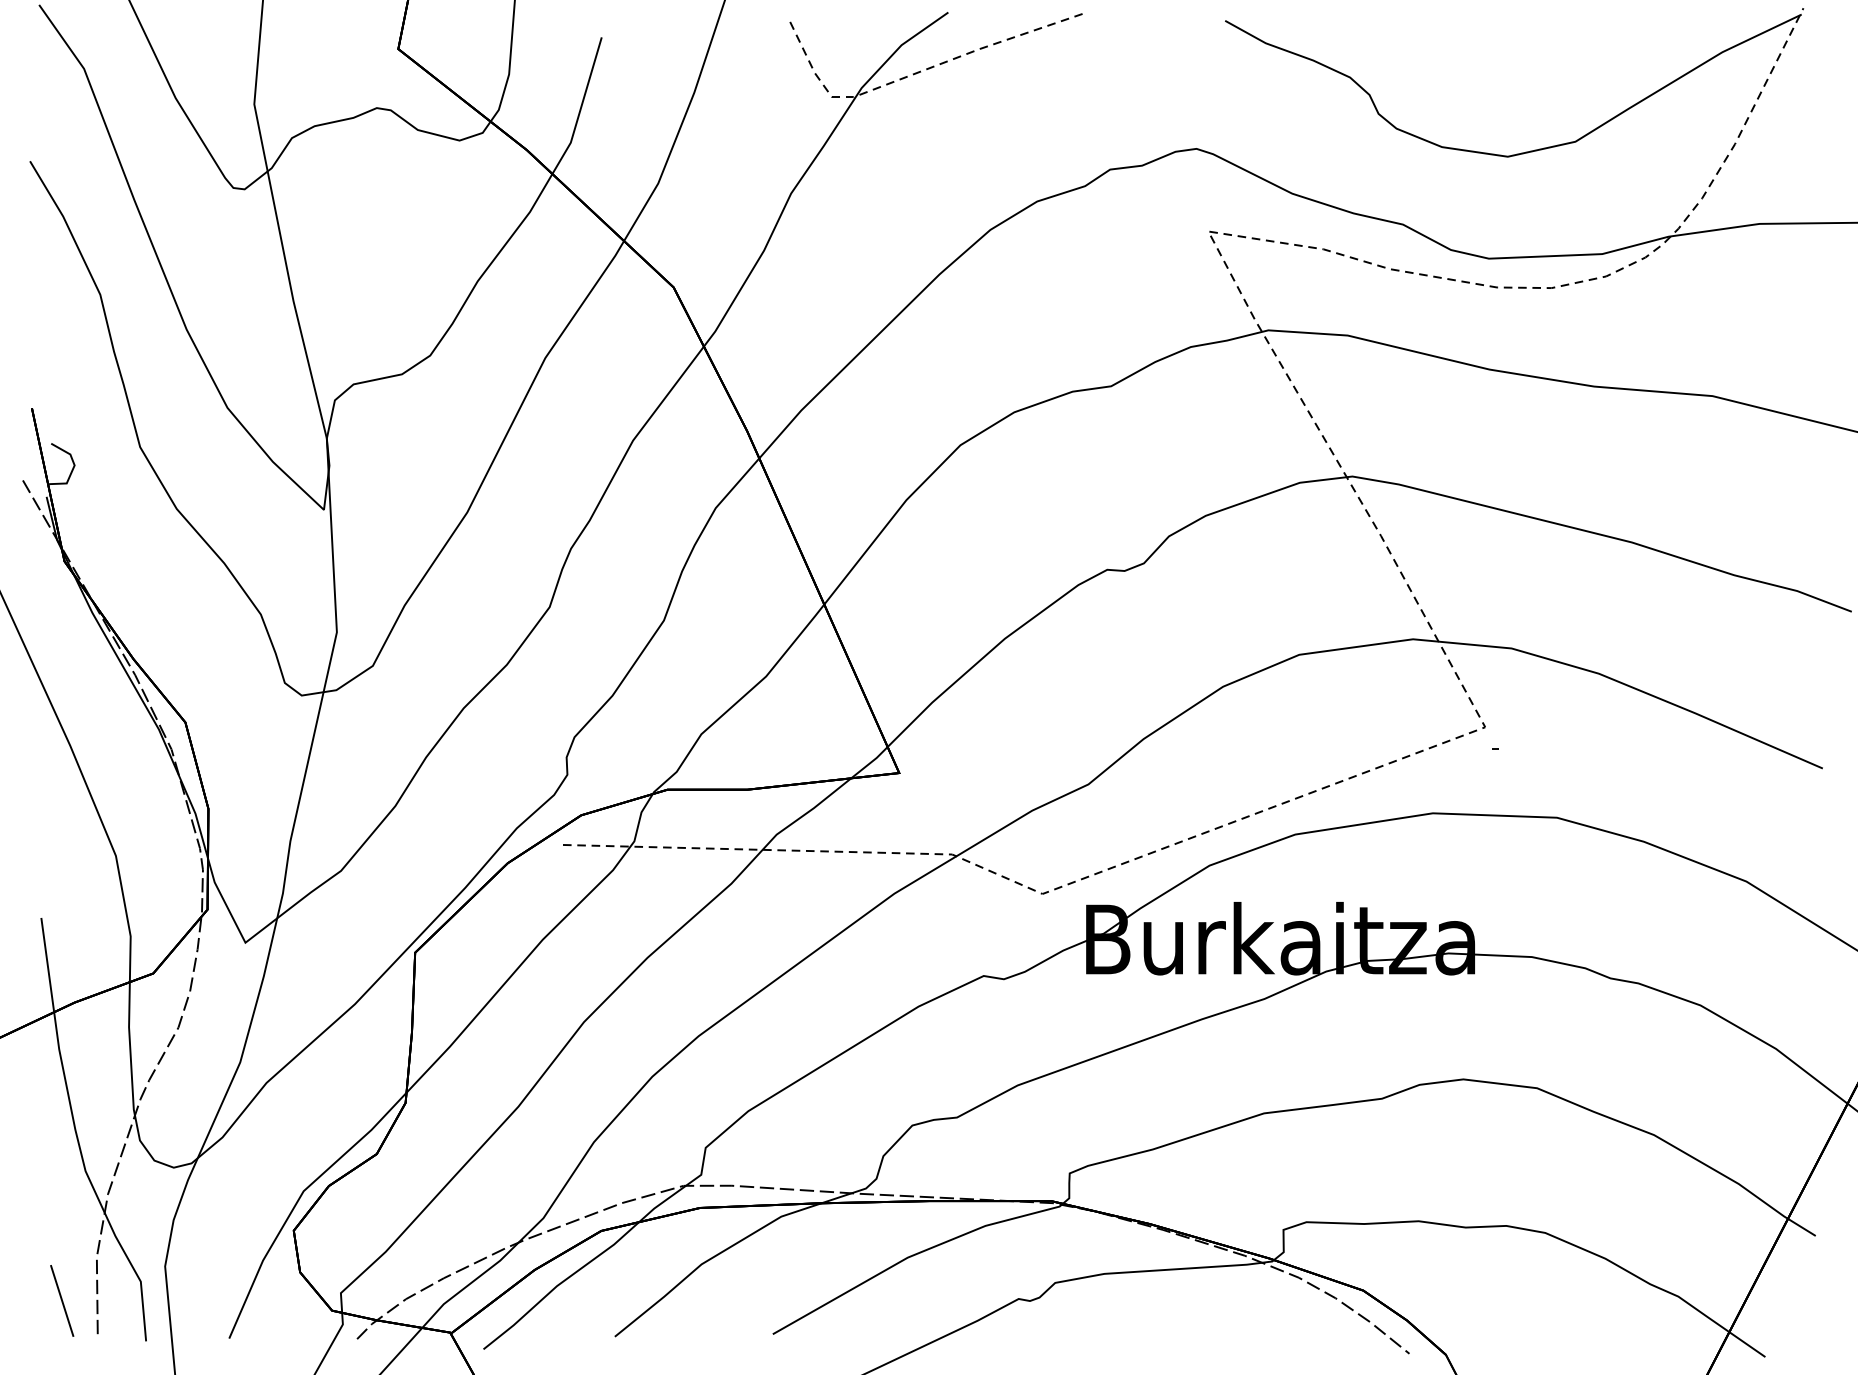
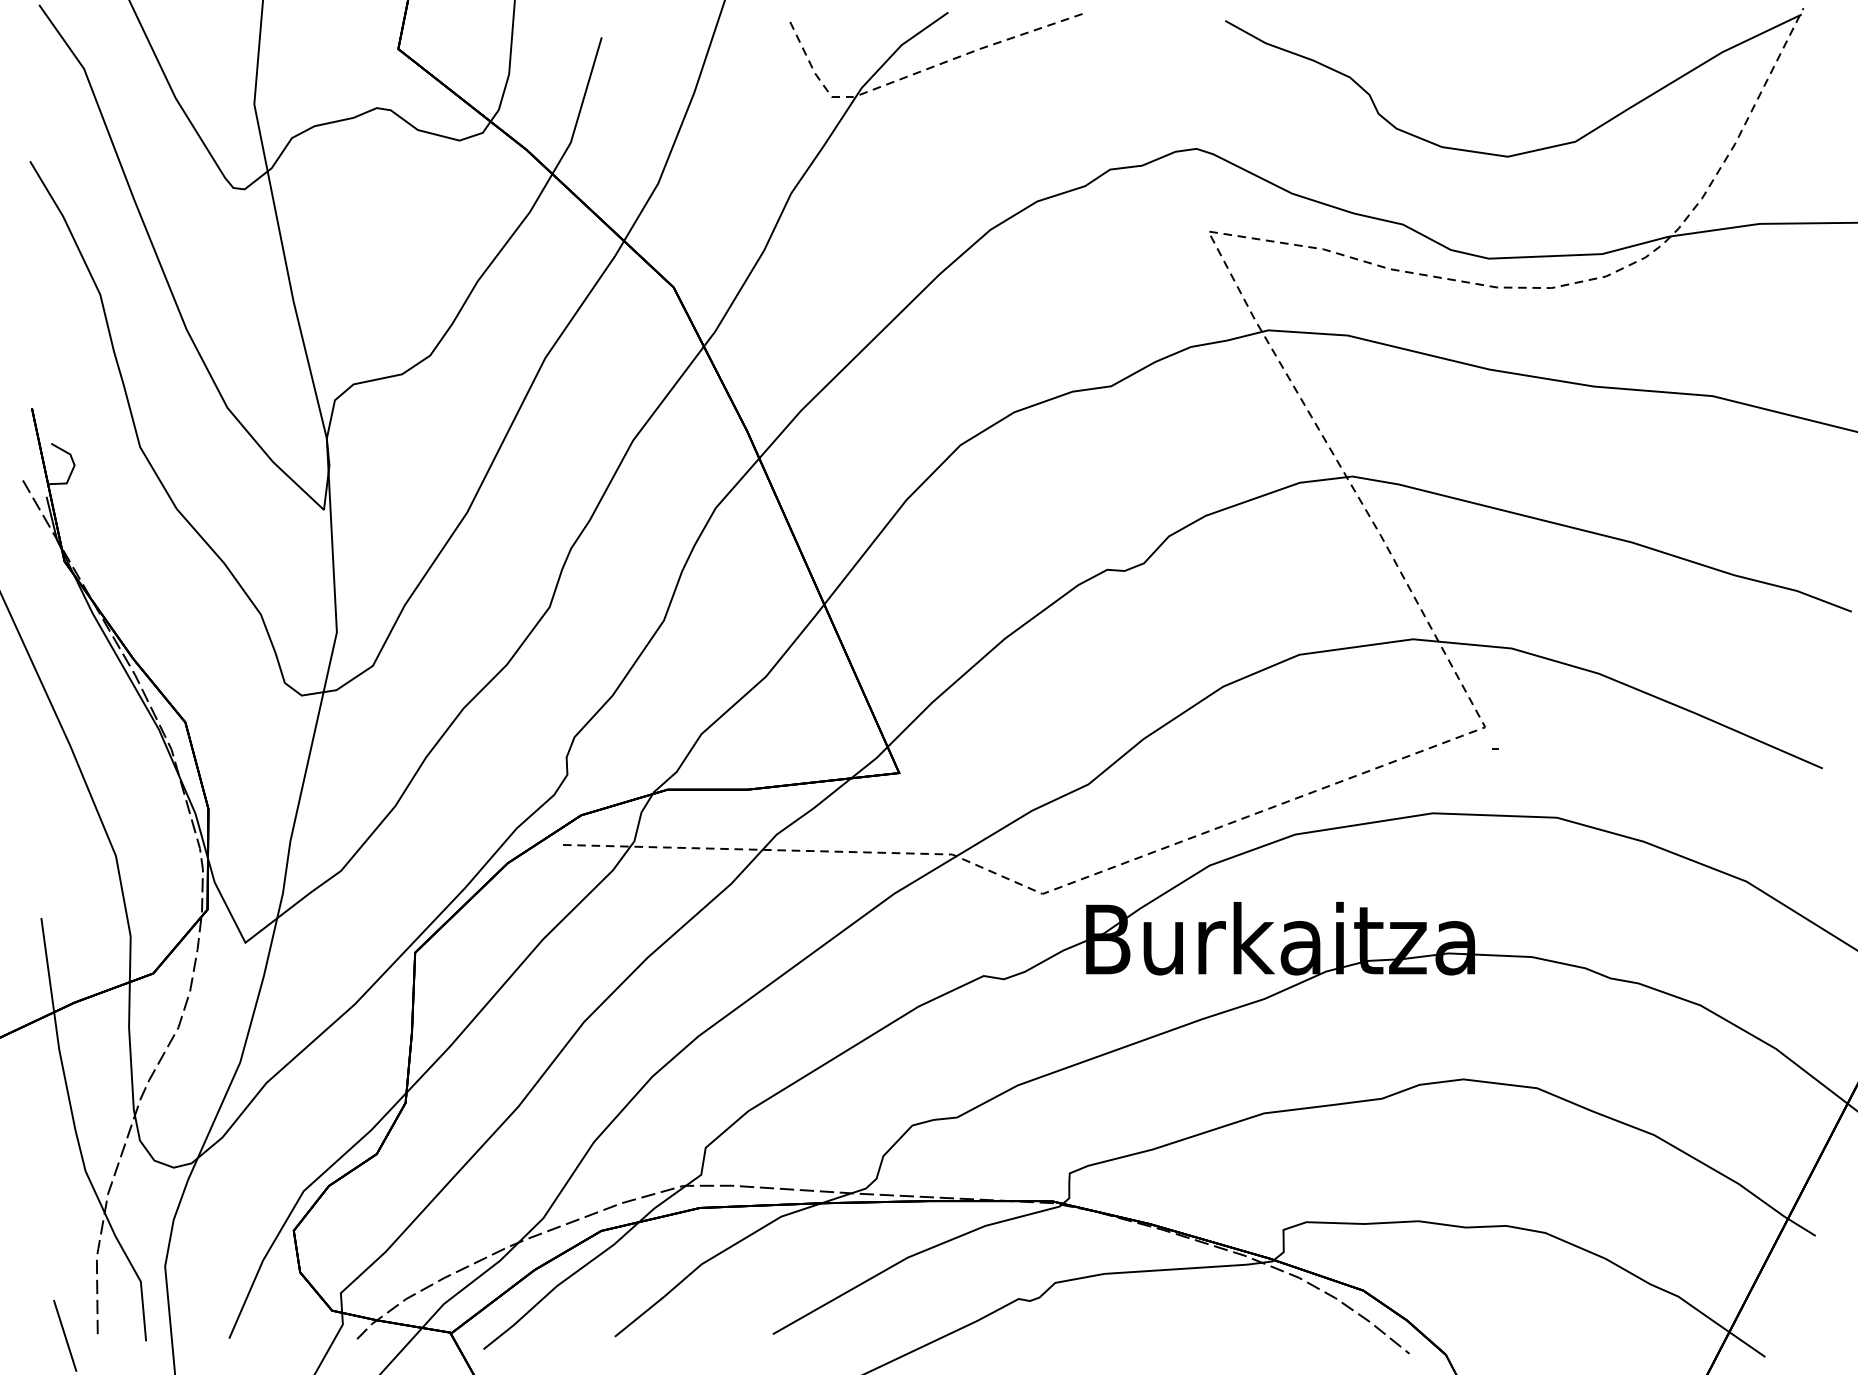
line at (62, 1300) position: (62, 1300) -> (65, 1335)
